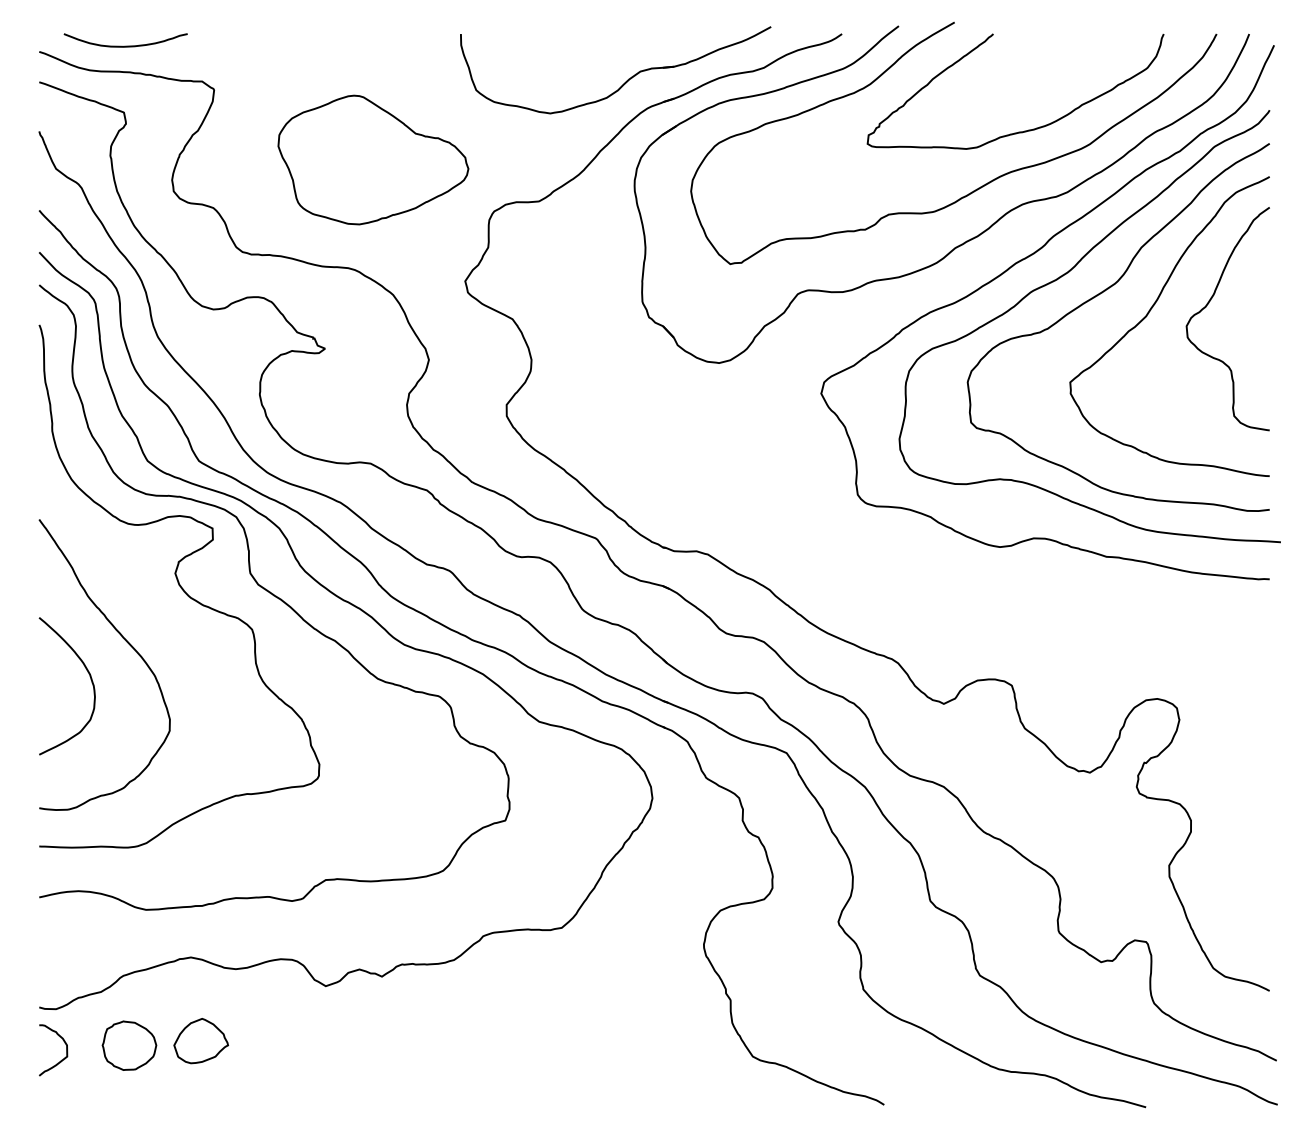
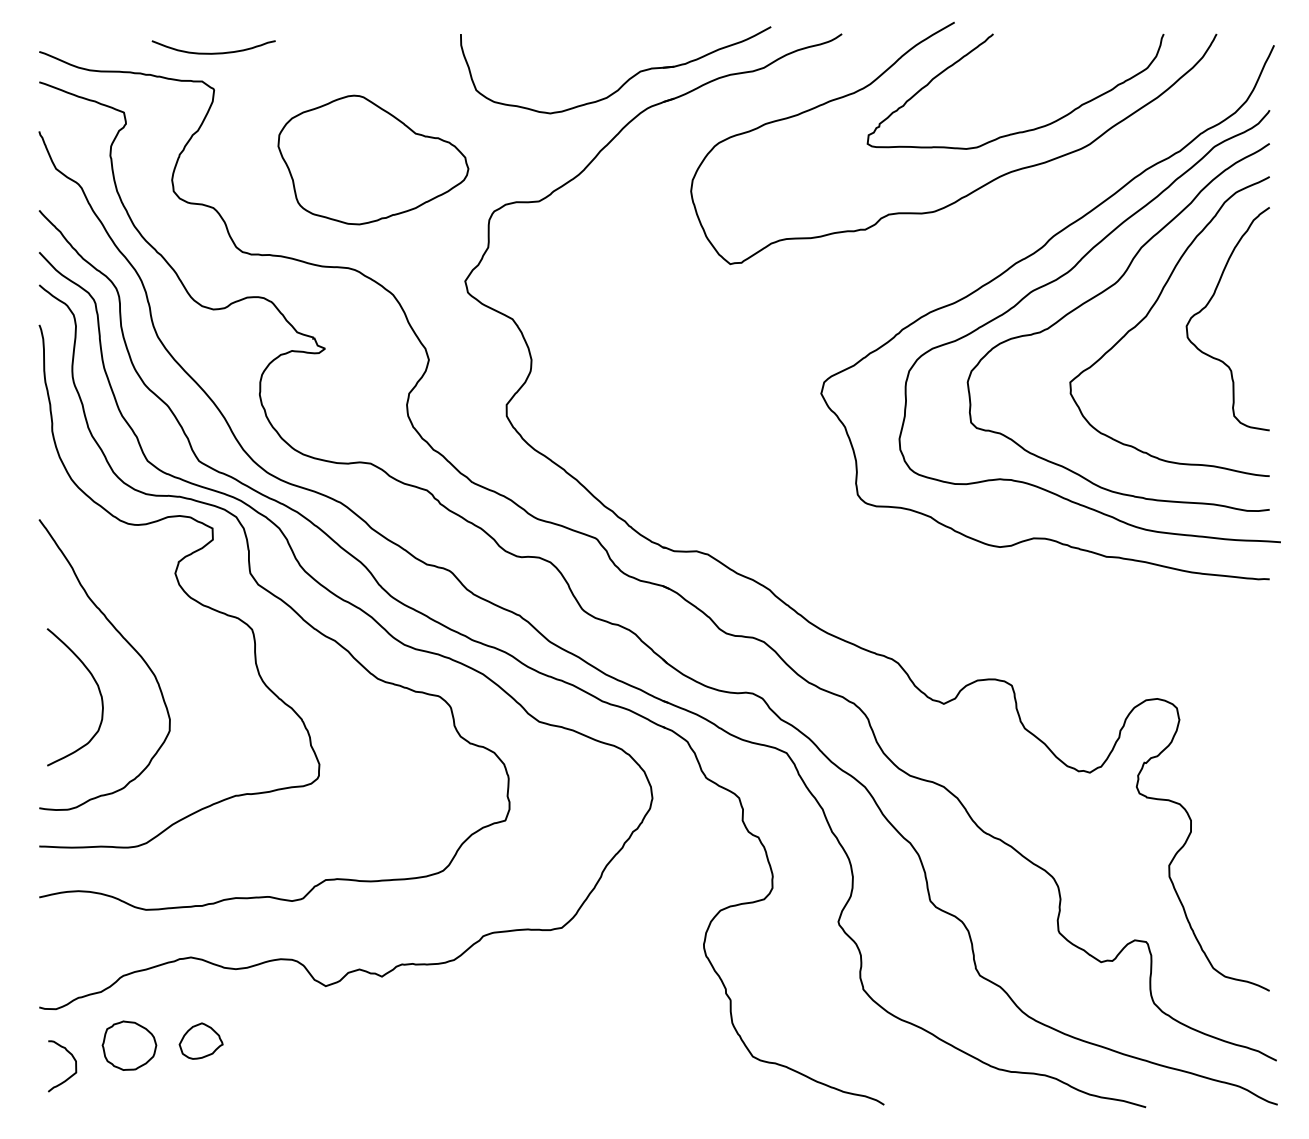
curve at (125, 45) position: (125, 45) -> (213, 52)
part at (966, 240): present -> none
curve at (90, 679) position: (90, 679) -> (98, 690)
part at (200, 1041) size: 56x47 px -> 46x38 px
curve at (61, 1059) position: (61, 1059) -> (70, 1075)
